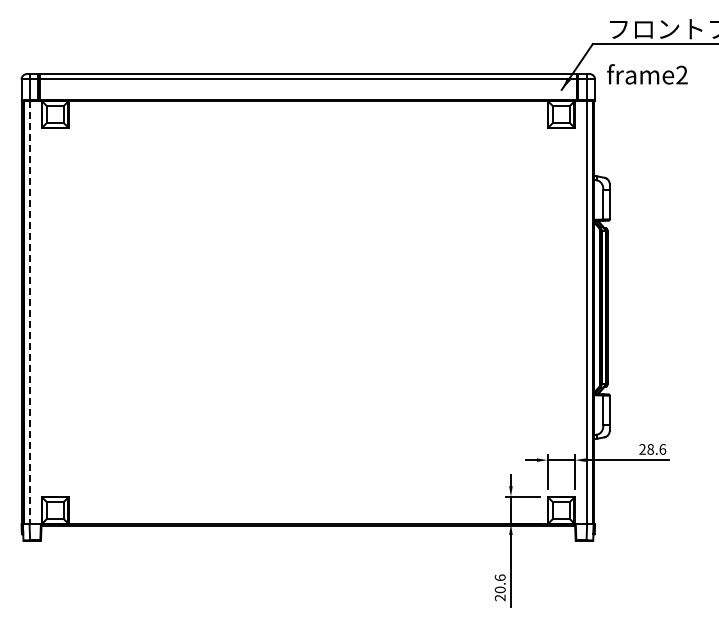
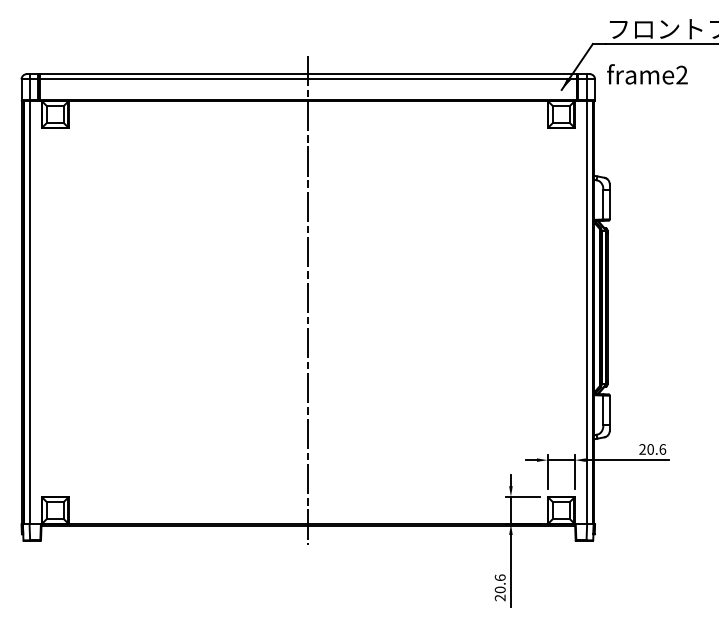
line at (308, 299): none -> present
line at (29, 312): dashed -> solid
text at (650, 449): 28.6 -> 20.6
